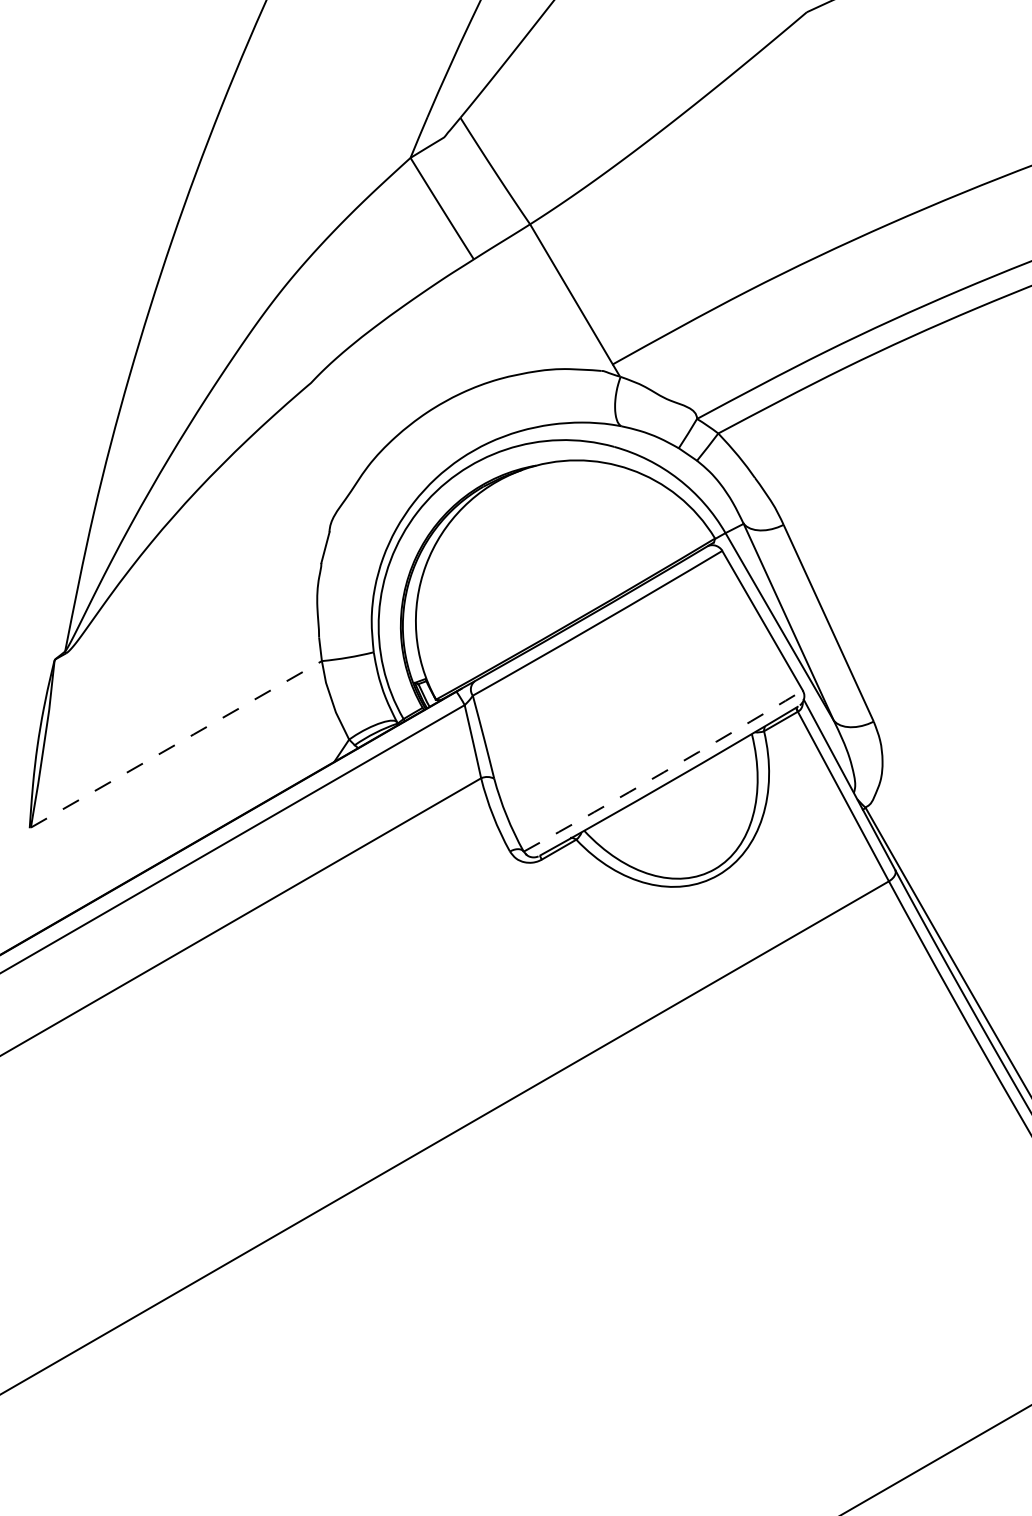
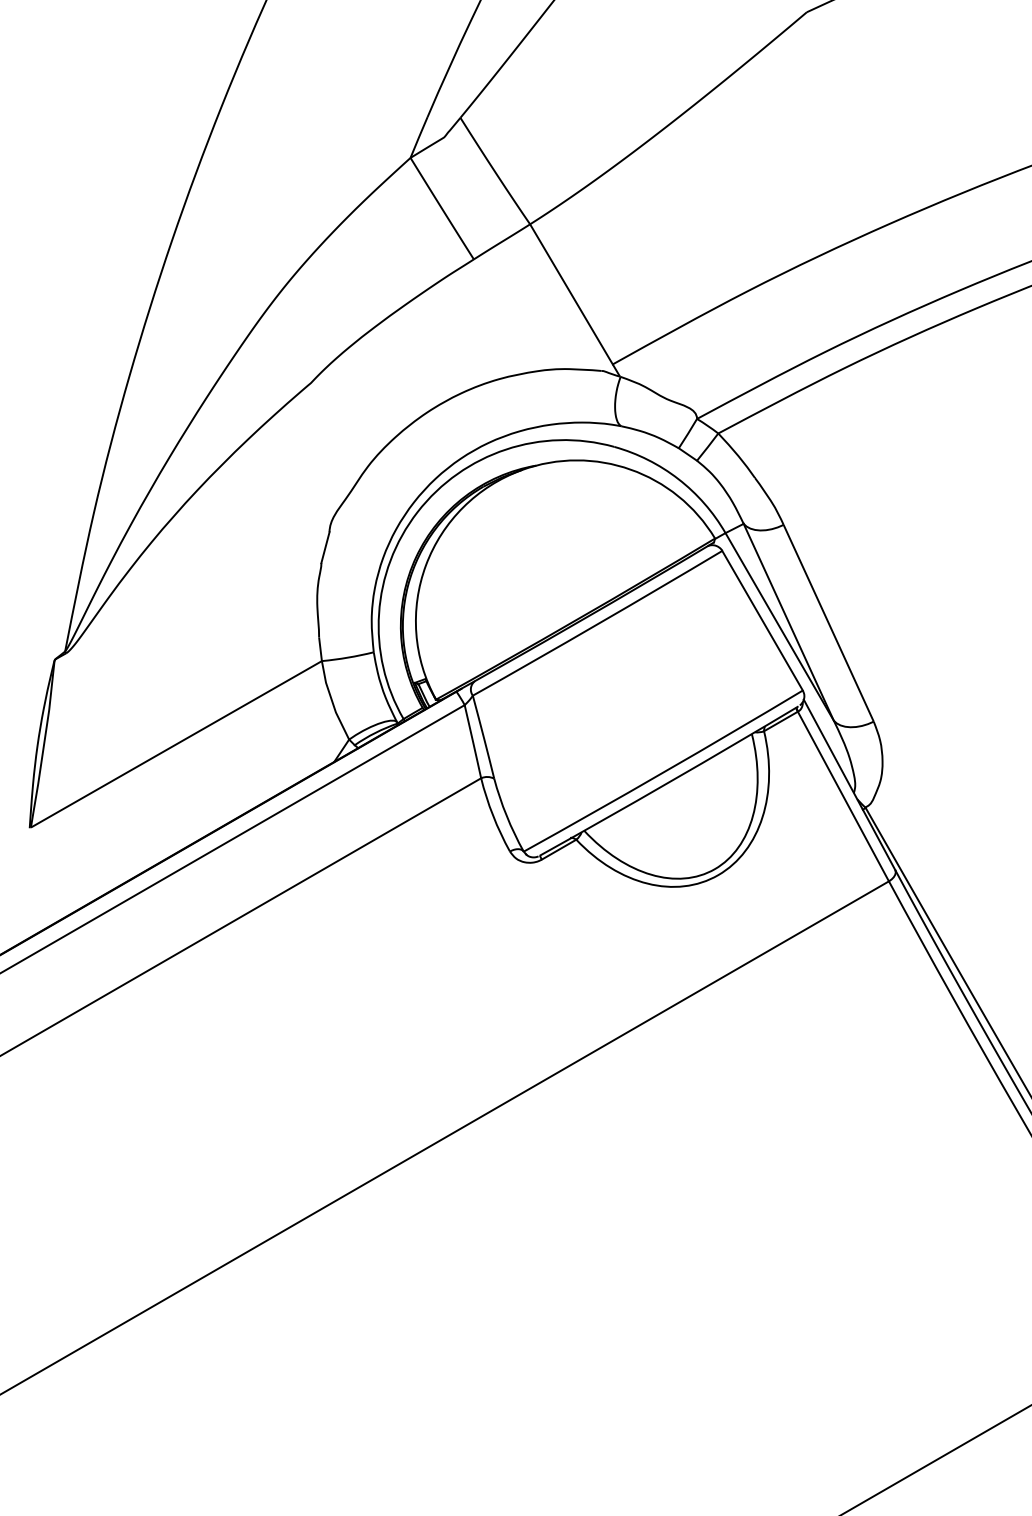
line at (177, 743): dashed -> solid
arc at (663, 772): dashed -> solid
